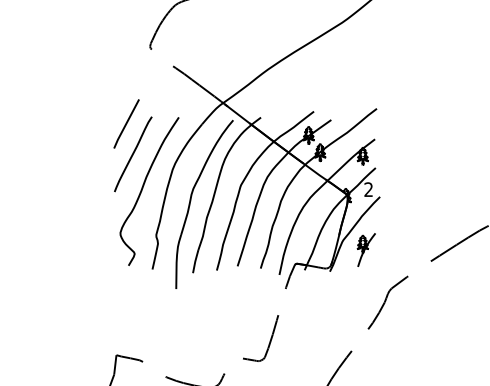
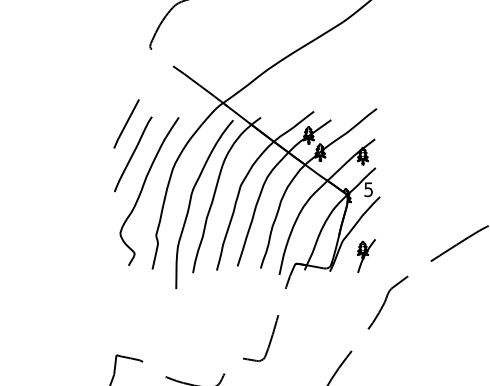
text at (368, 189): 2 -> 5
part at (365, 249) position: (365, 249) -> (365, 255)
